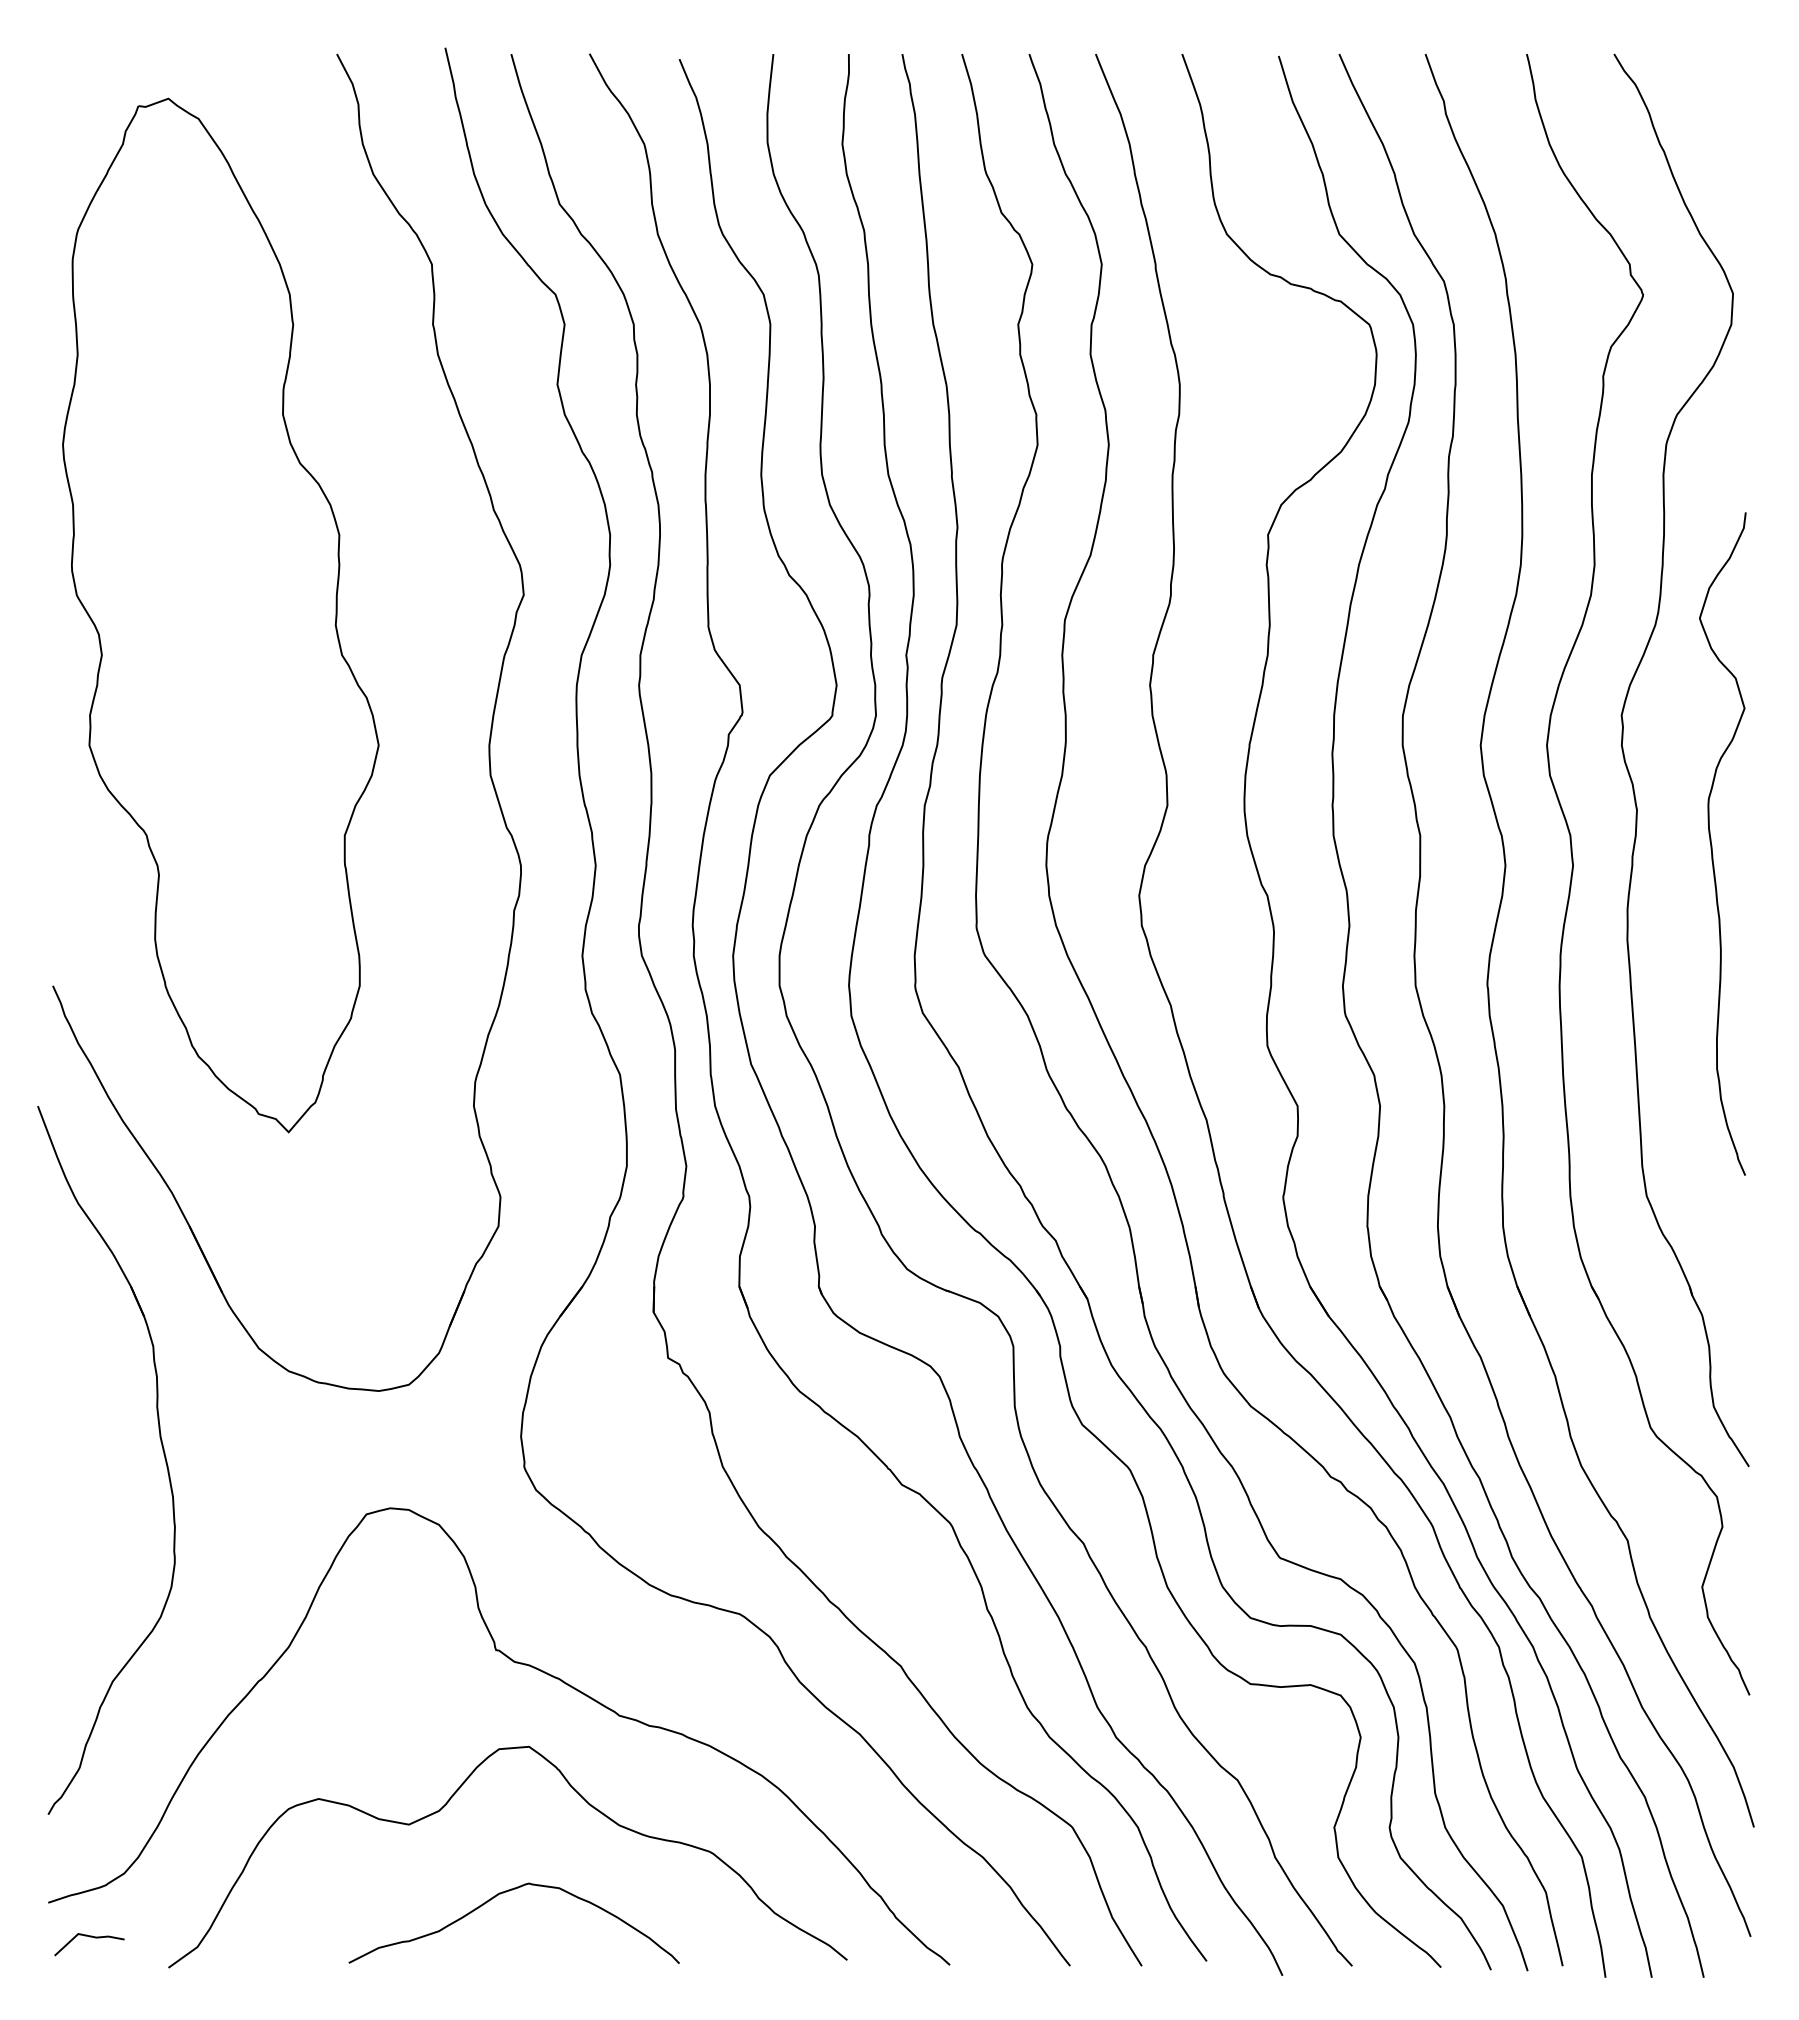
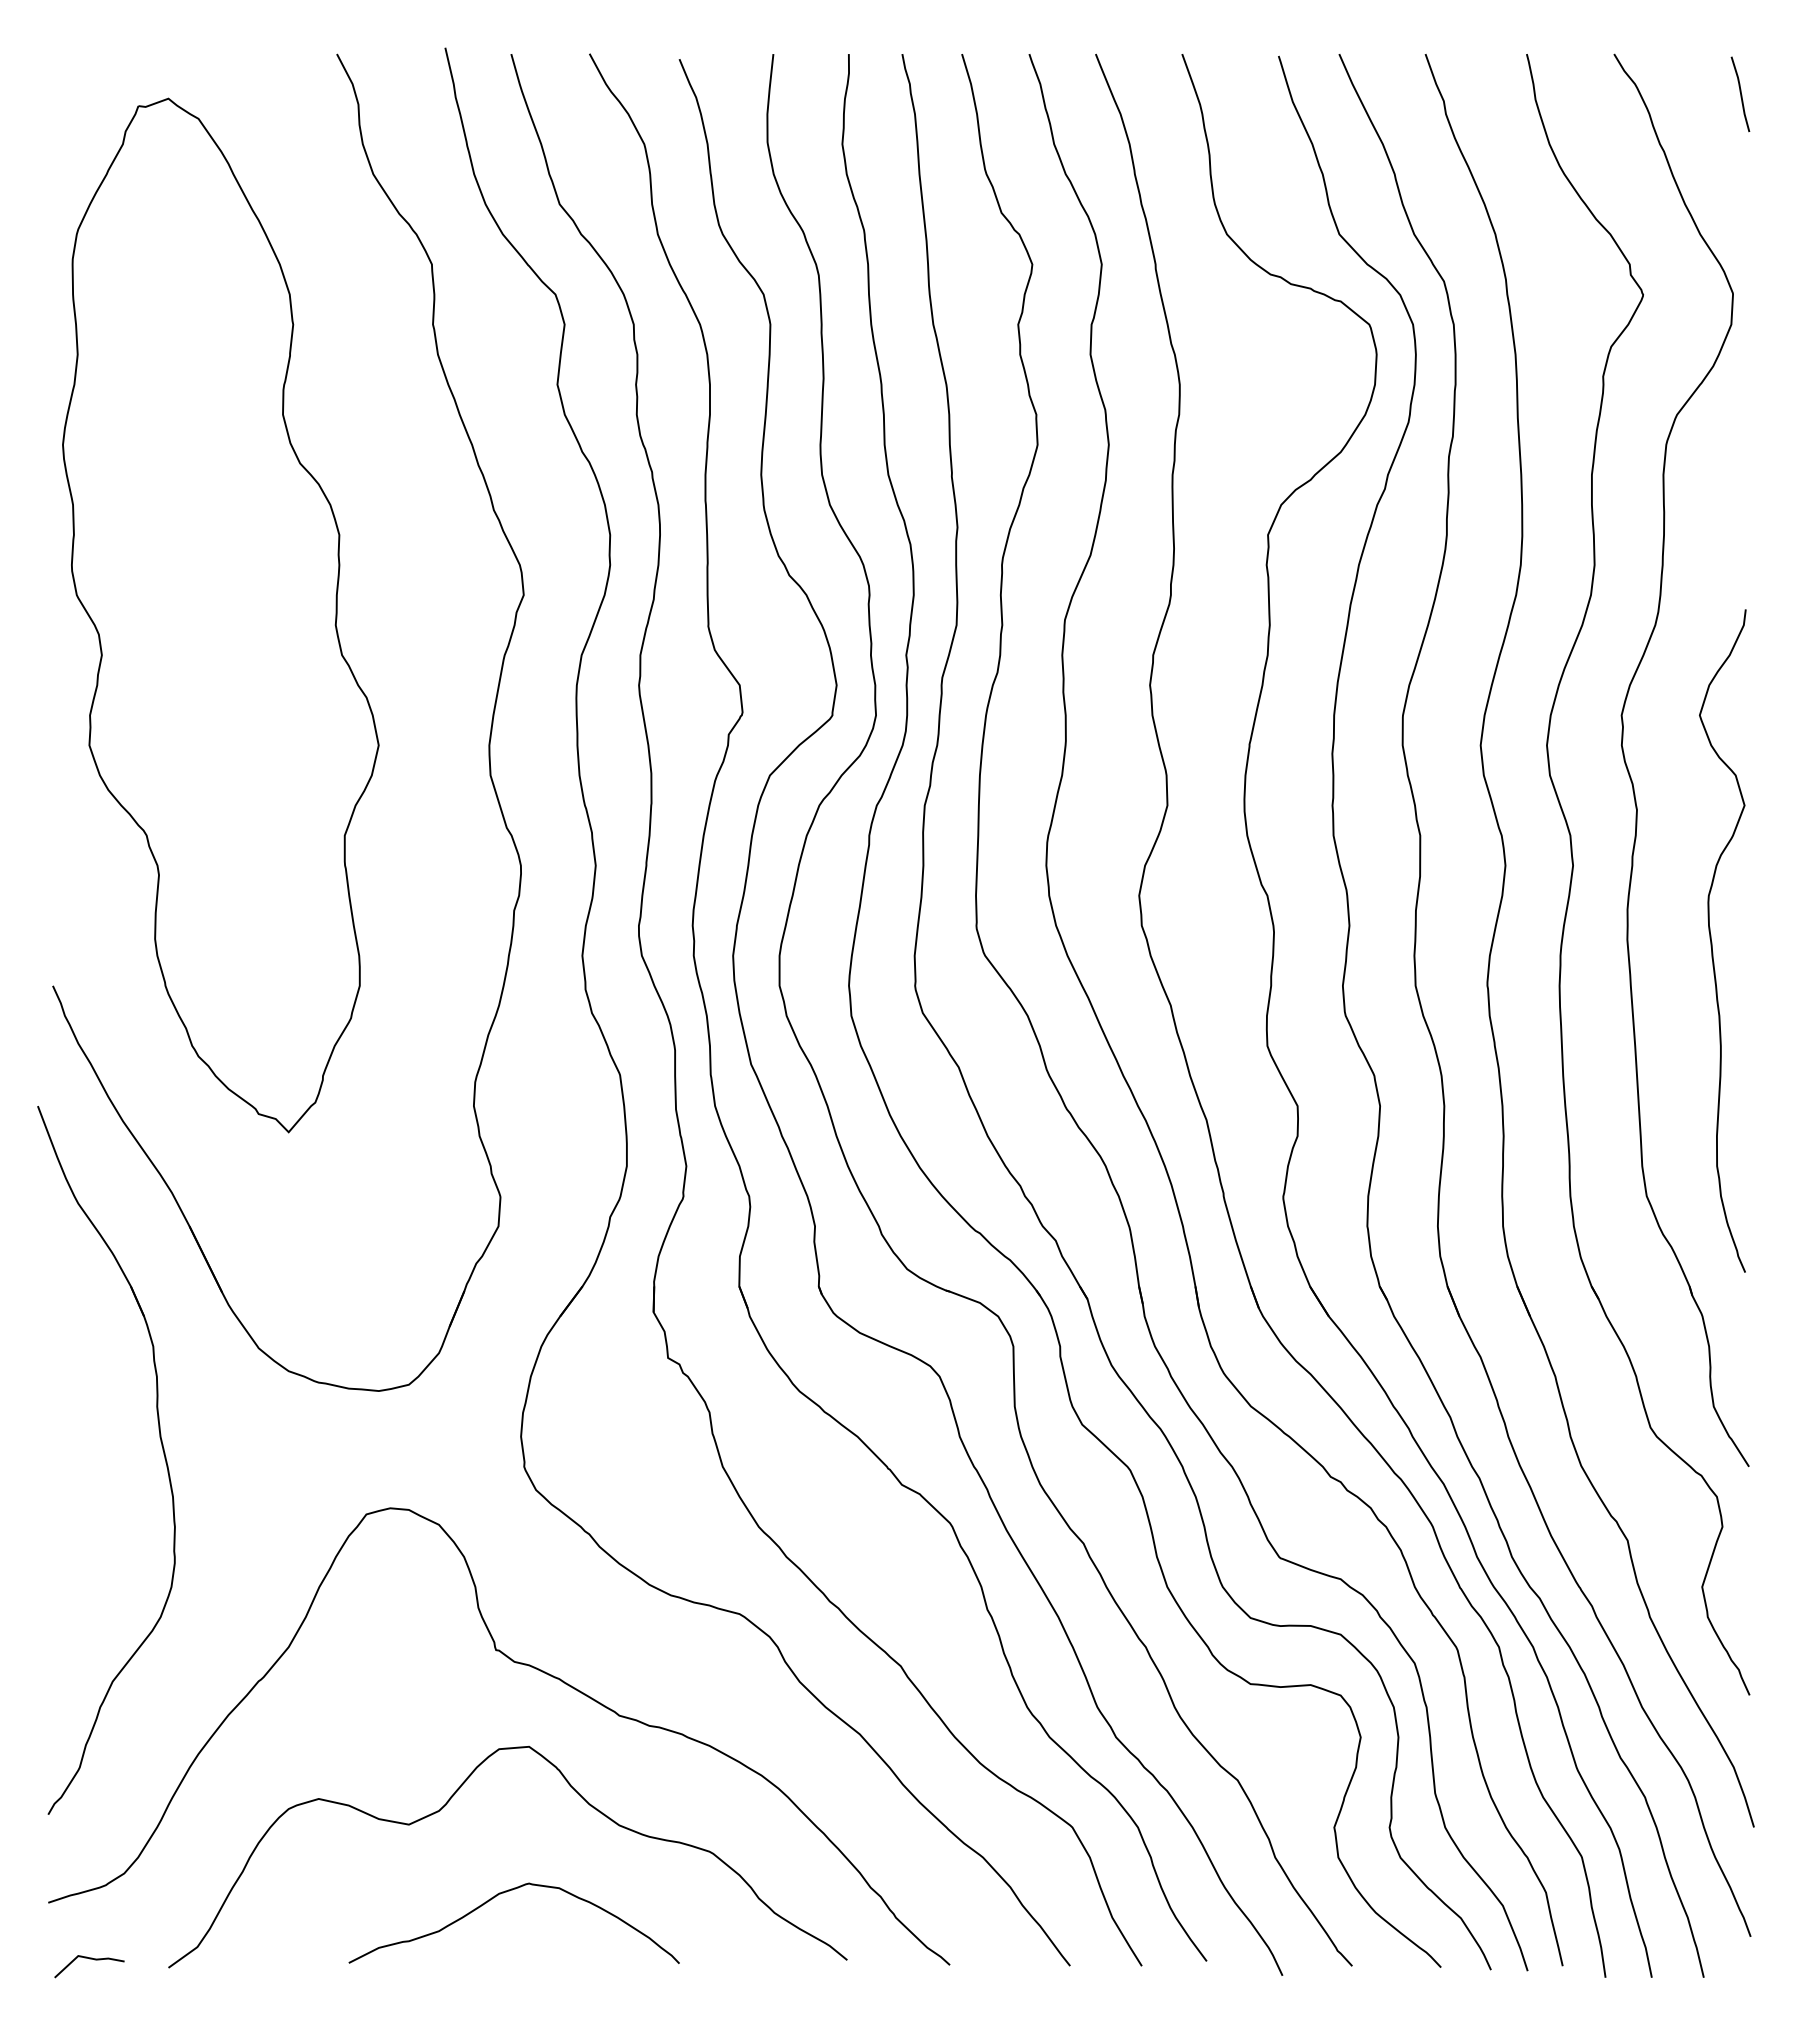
line at (1740, 94): none -> present
curve at (1712, 845) position: (1712, 845) -> (1712, 942)
line at (89, 1937) position: (89, 1937) -> (89, 1959)
